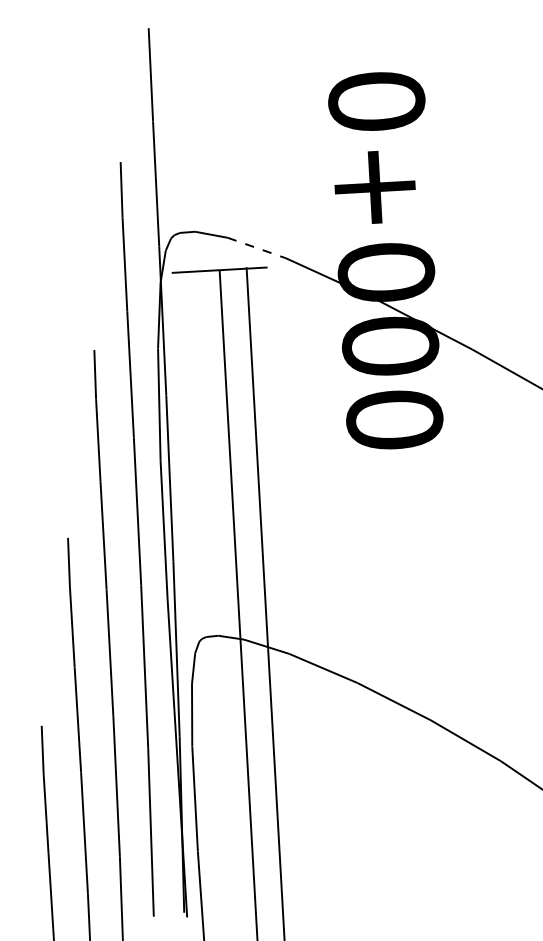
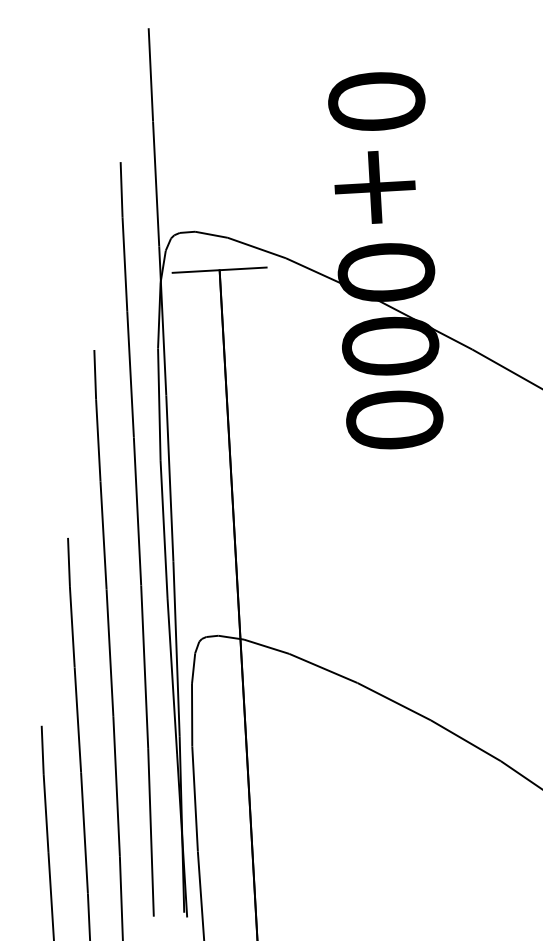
line at (256, 248): dashed -> solid
line at (265, 602) position: (265, 602) -> (238, 603)
